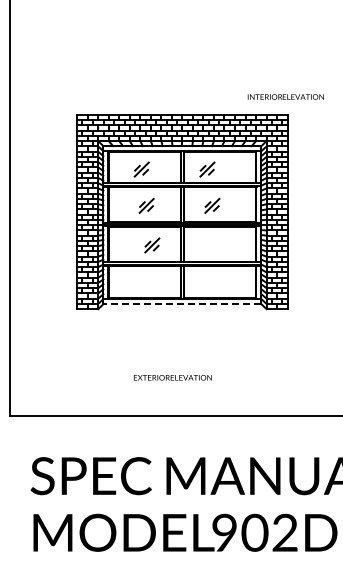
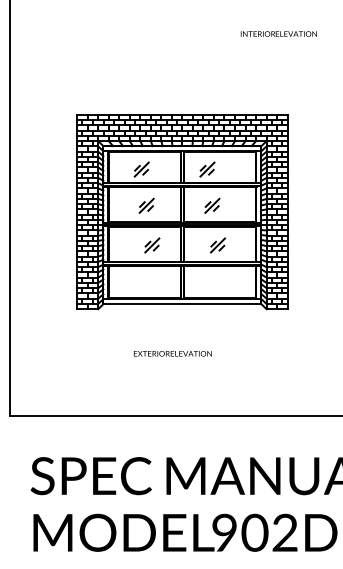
text at (285, 96) position: (285, 96) -> (278, 33)
part at (218, 245): none -> present
line at (181, 304): dashed -> solid
text at (172, 377) position: (172, 377) -> (172, 353)
